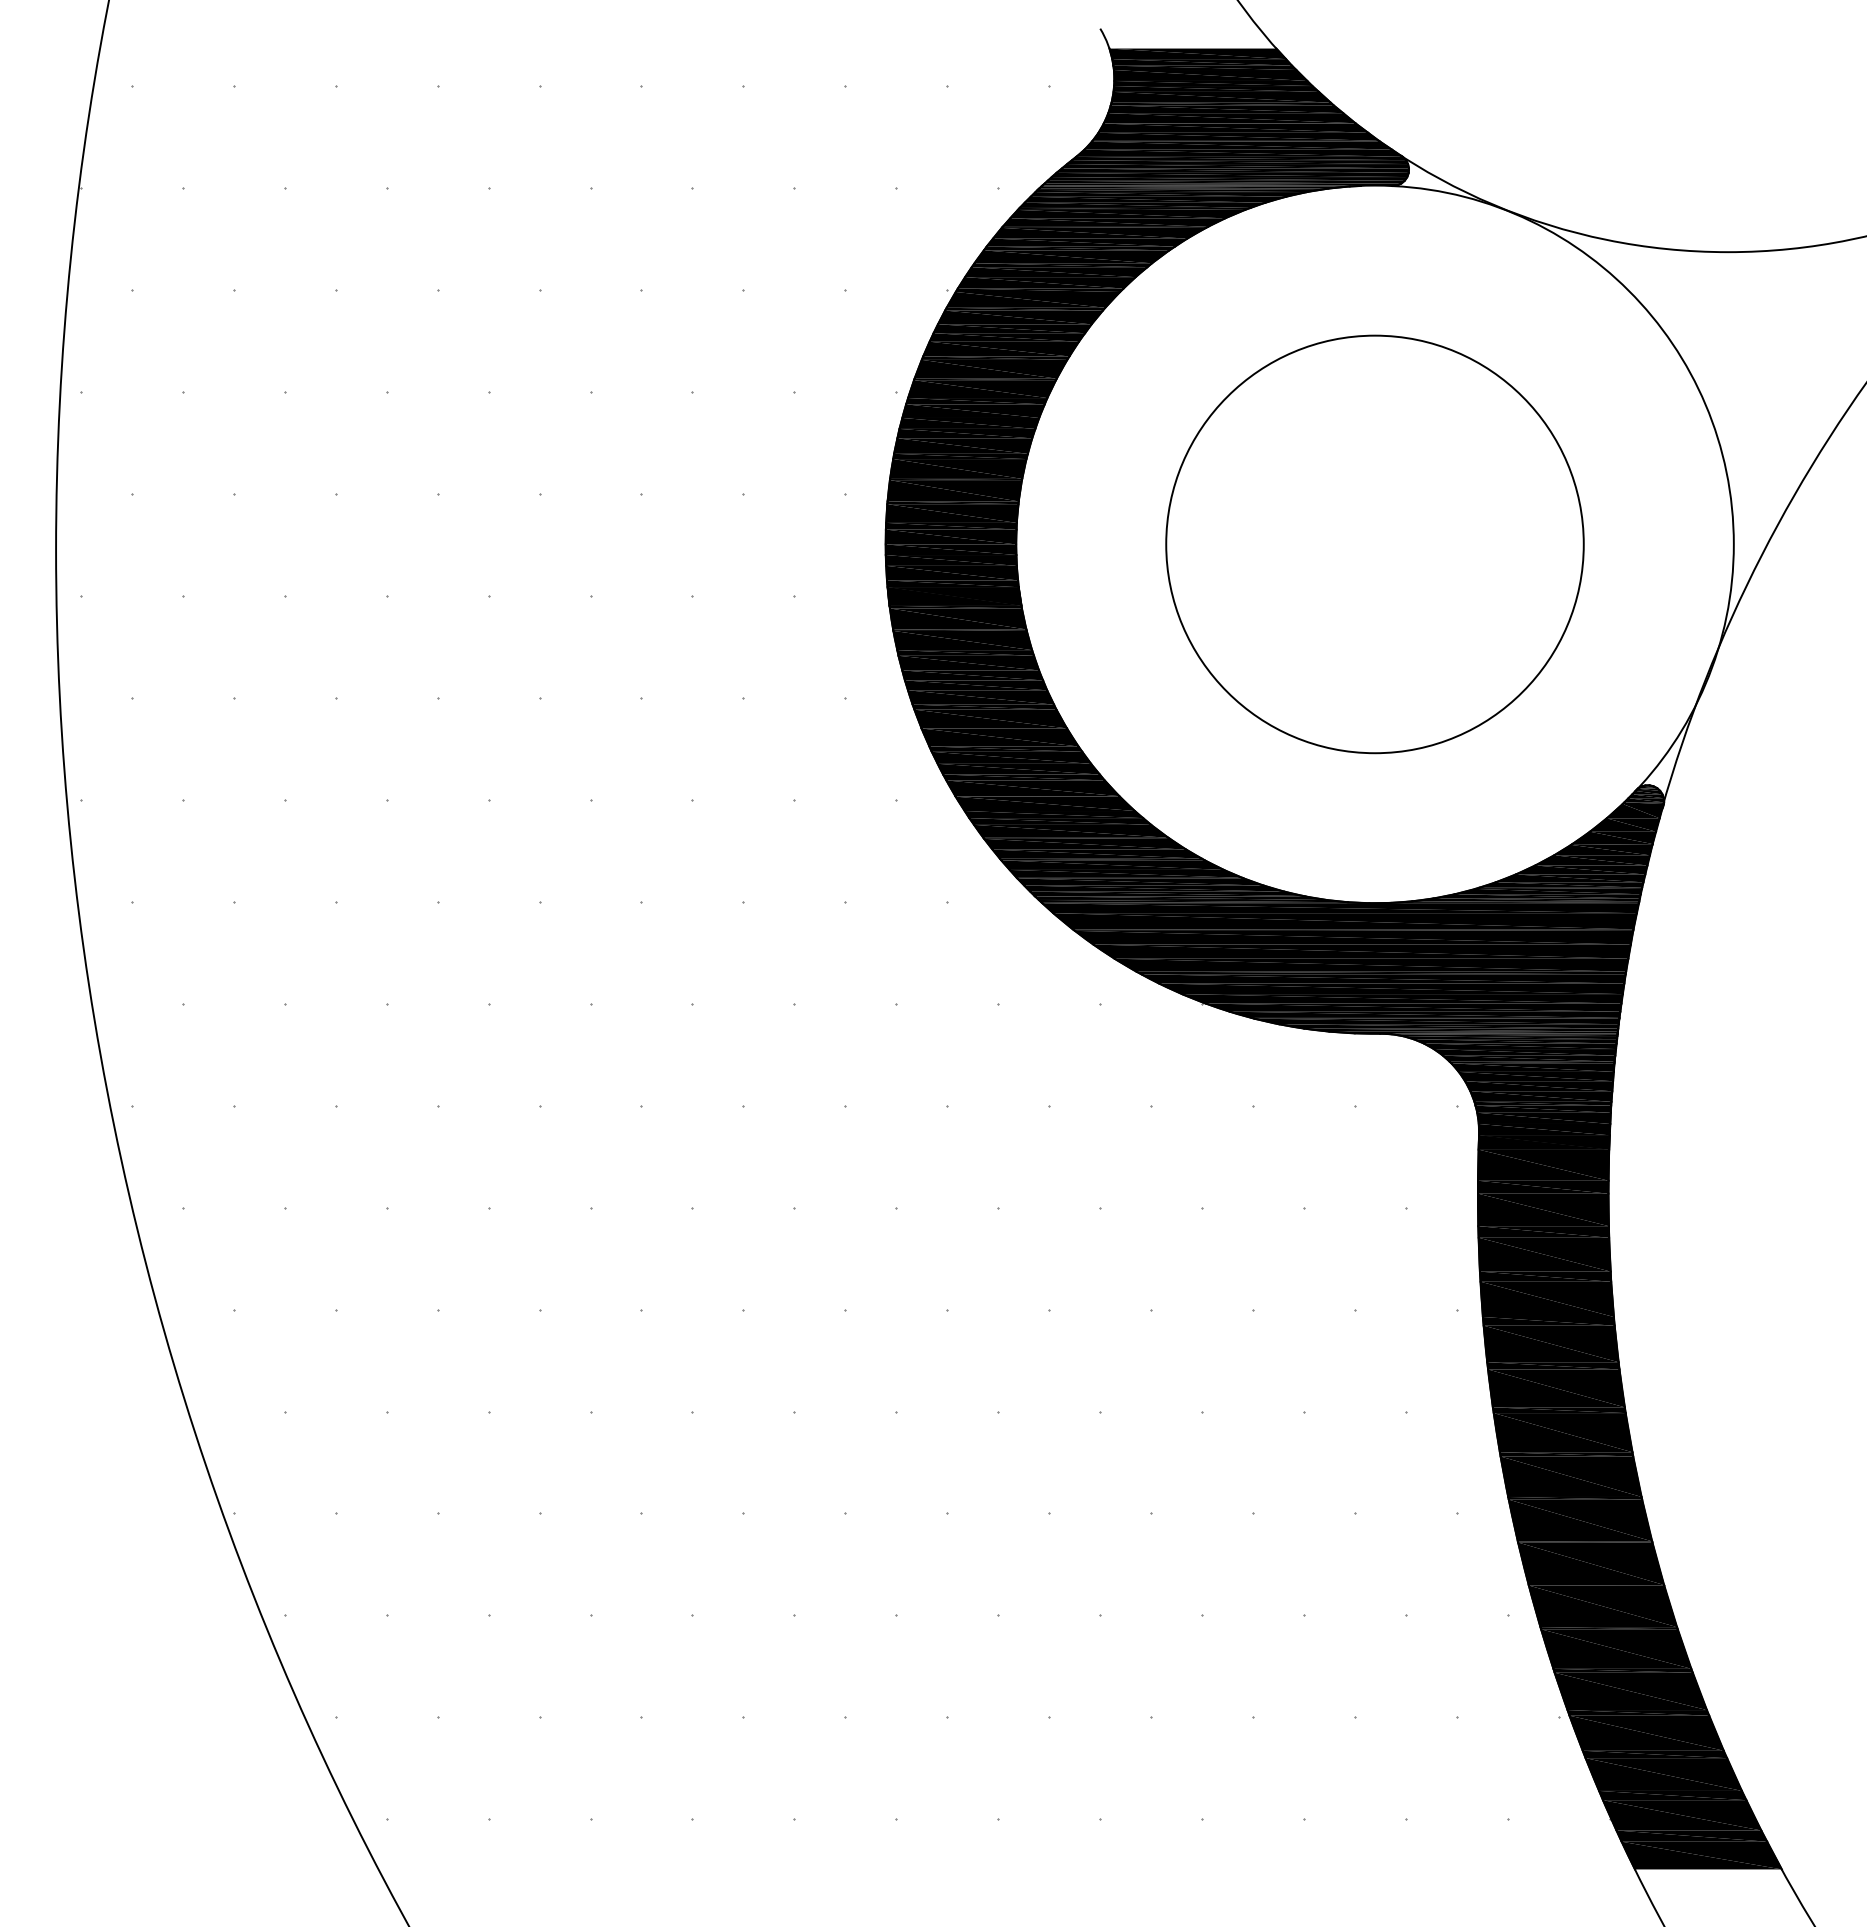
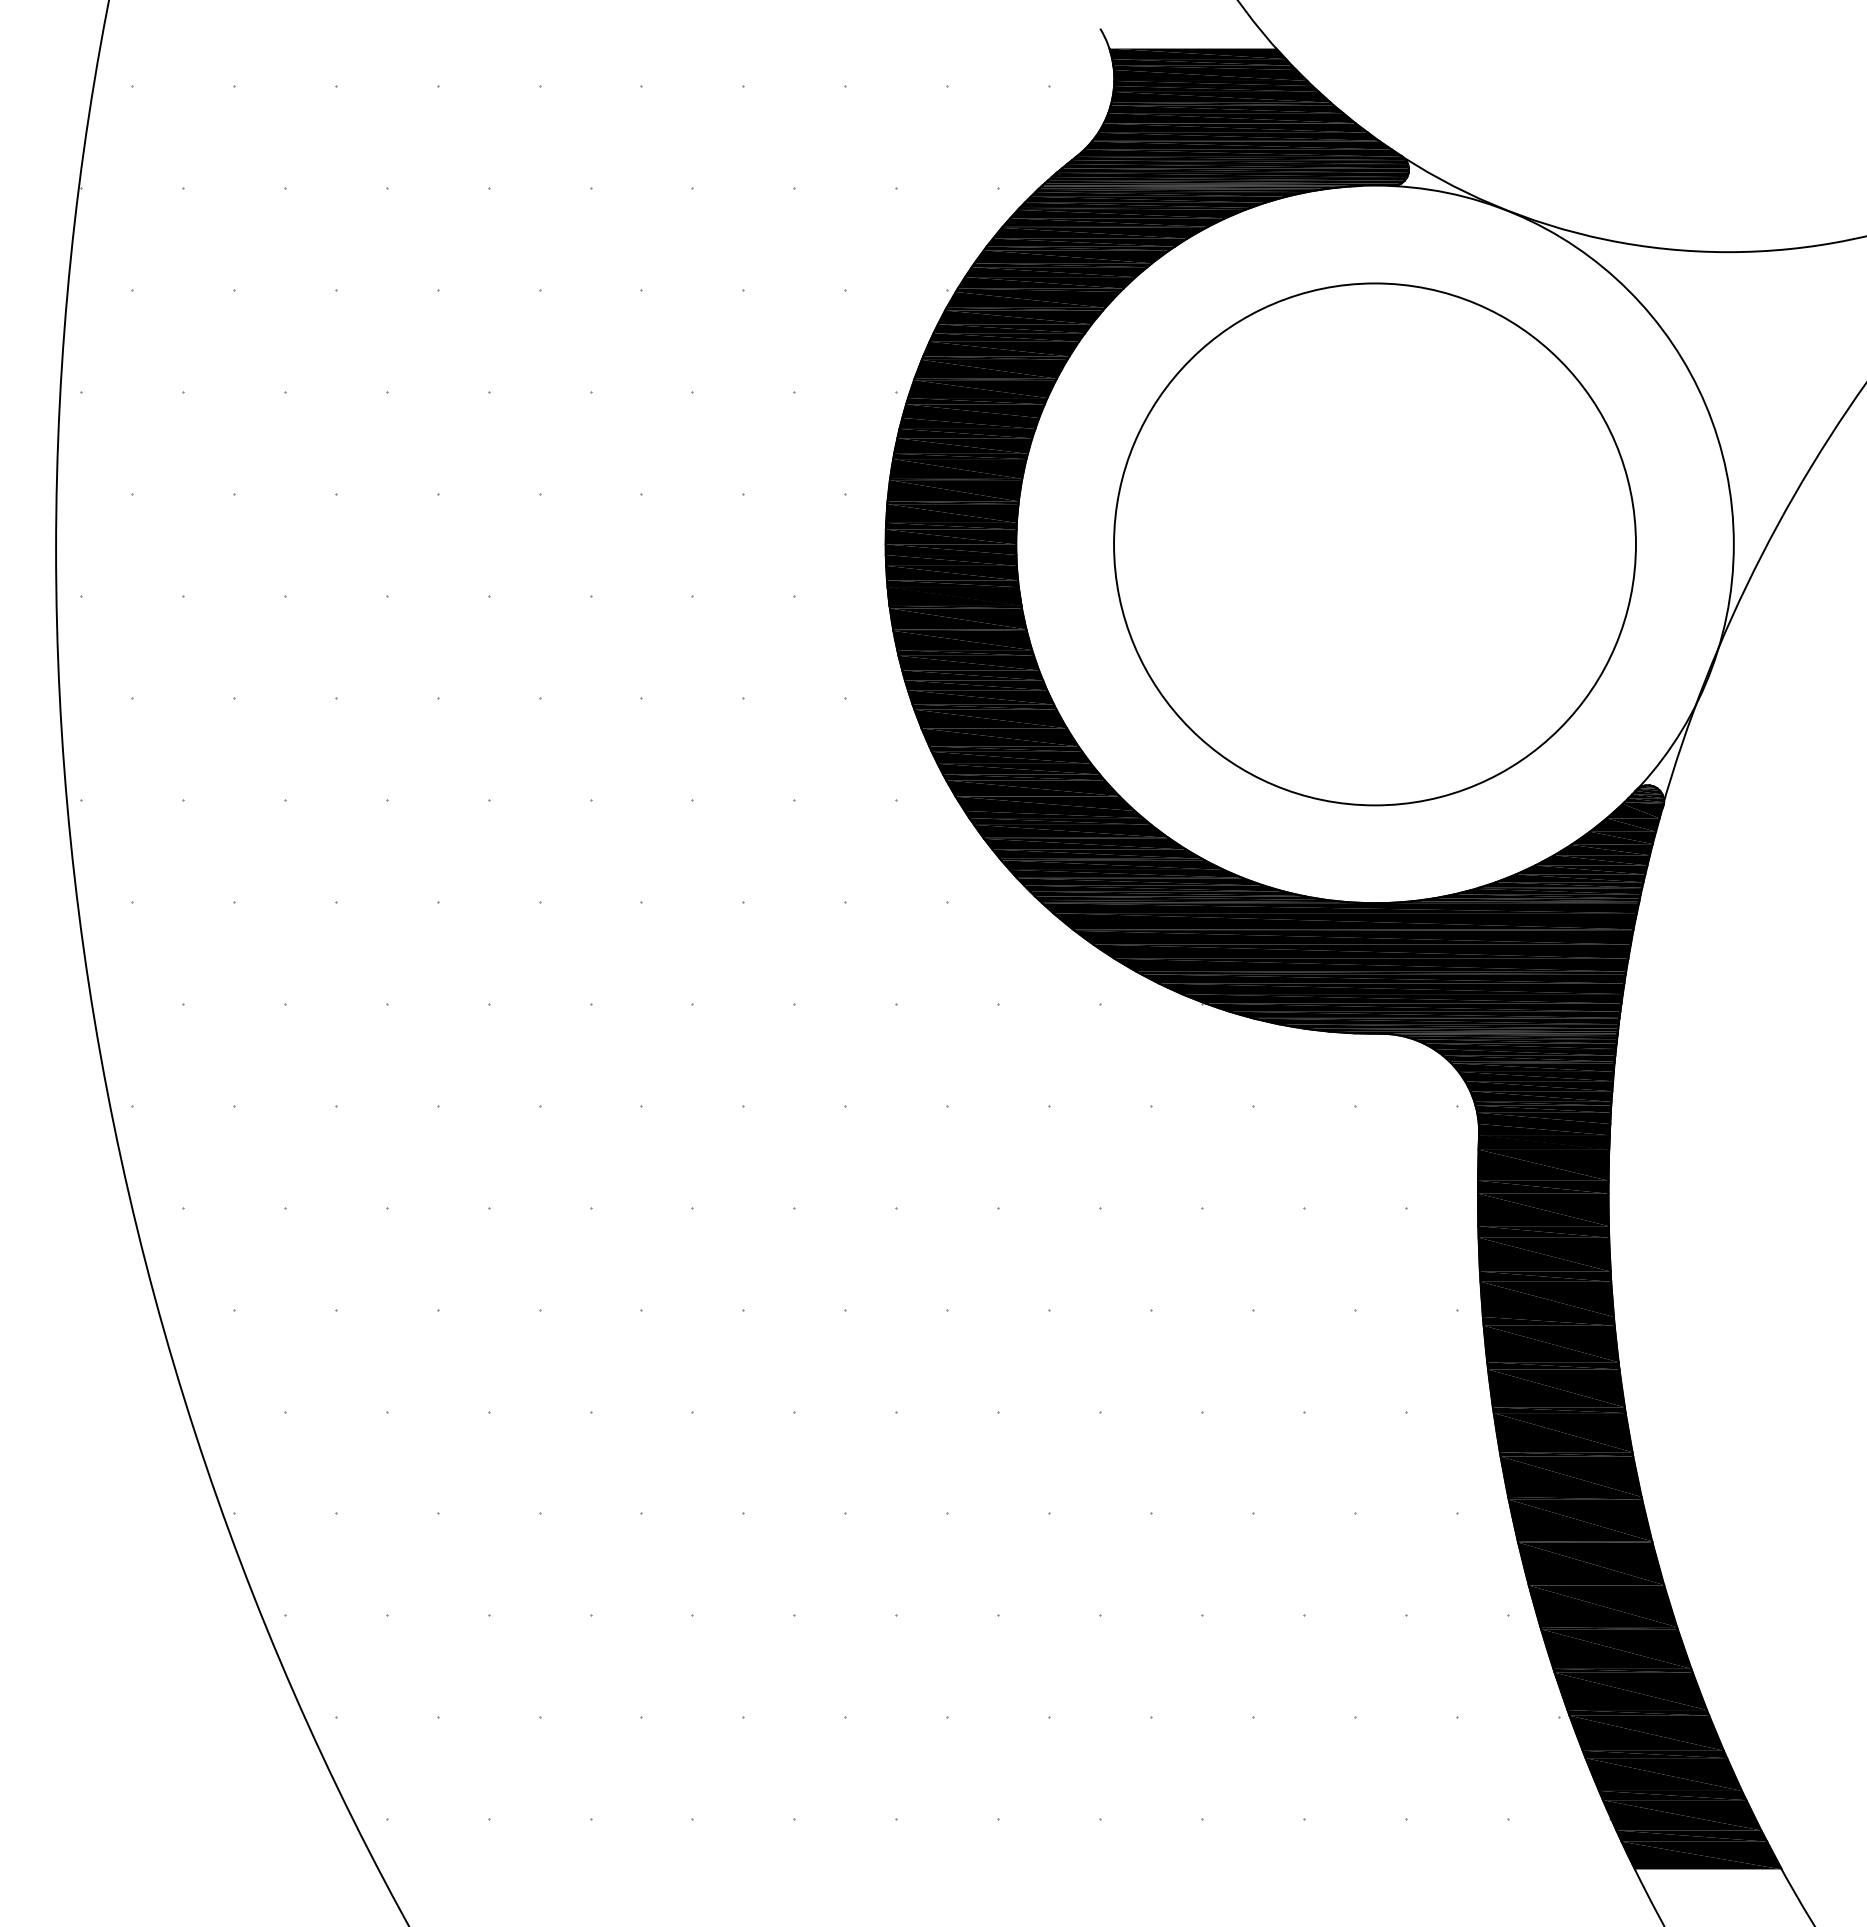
circle at (1374, 544) size: 420x421 px -> 524x525 px
